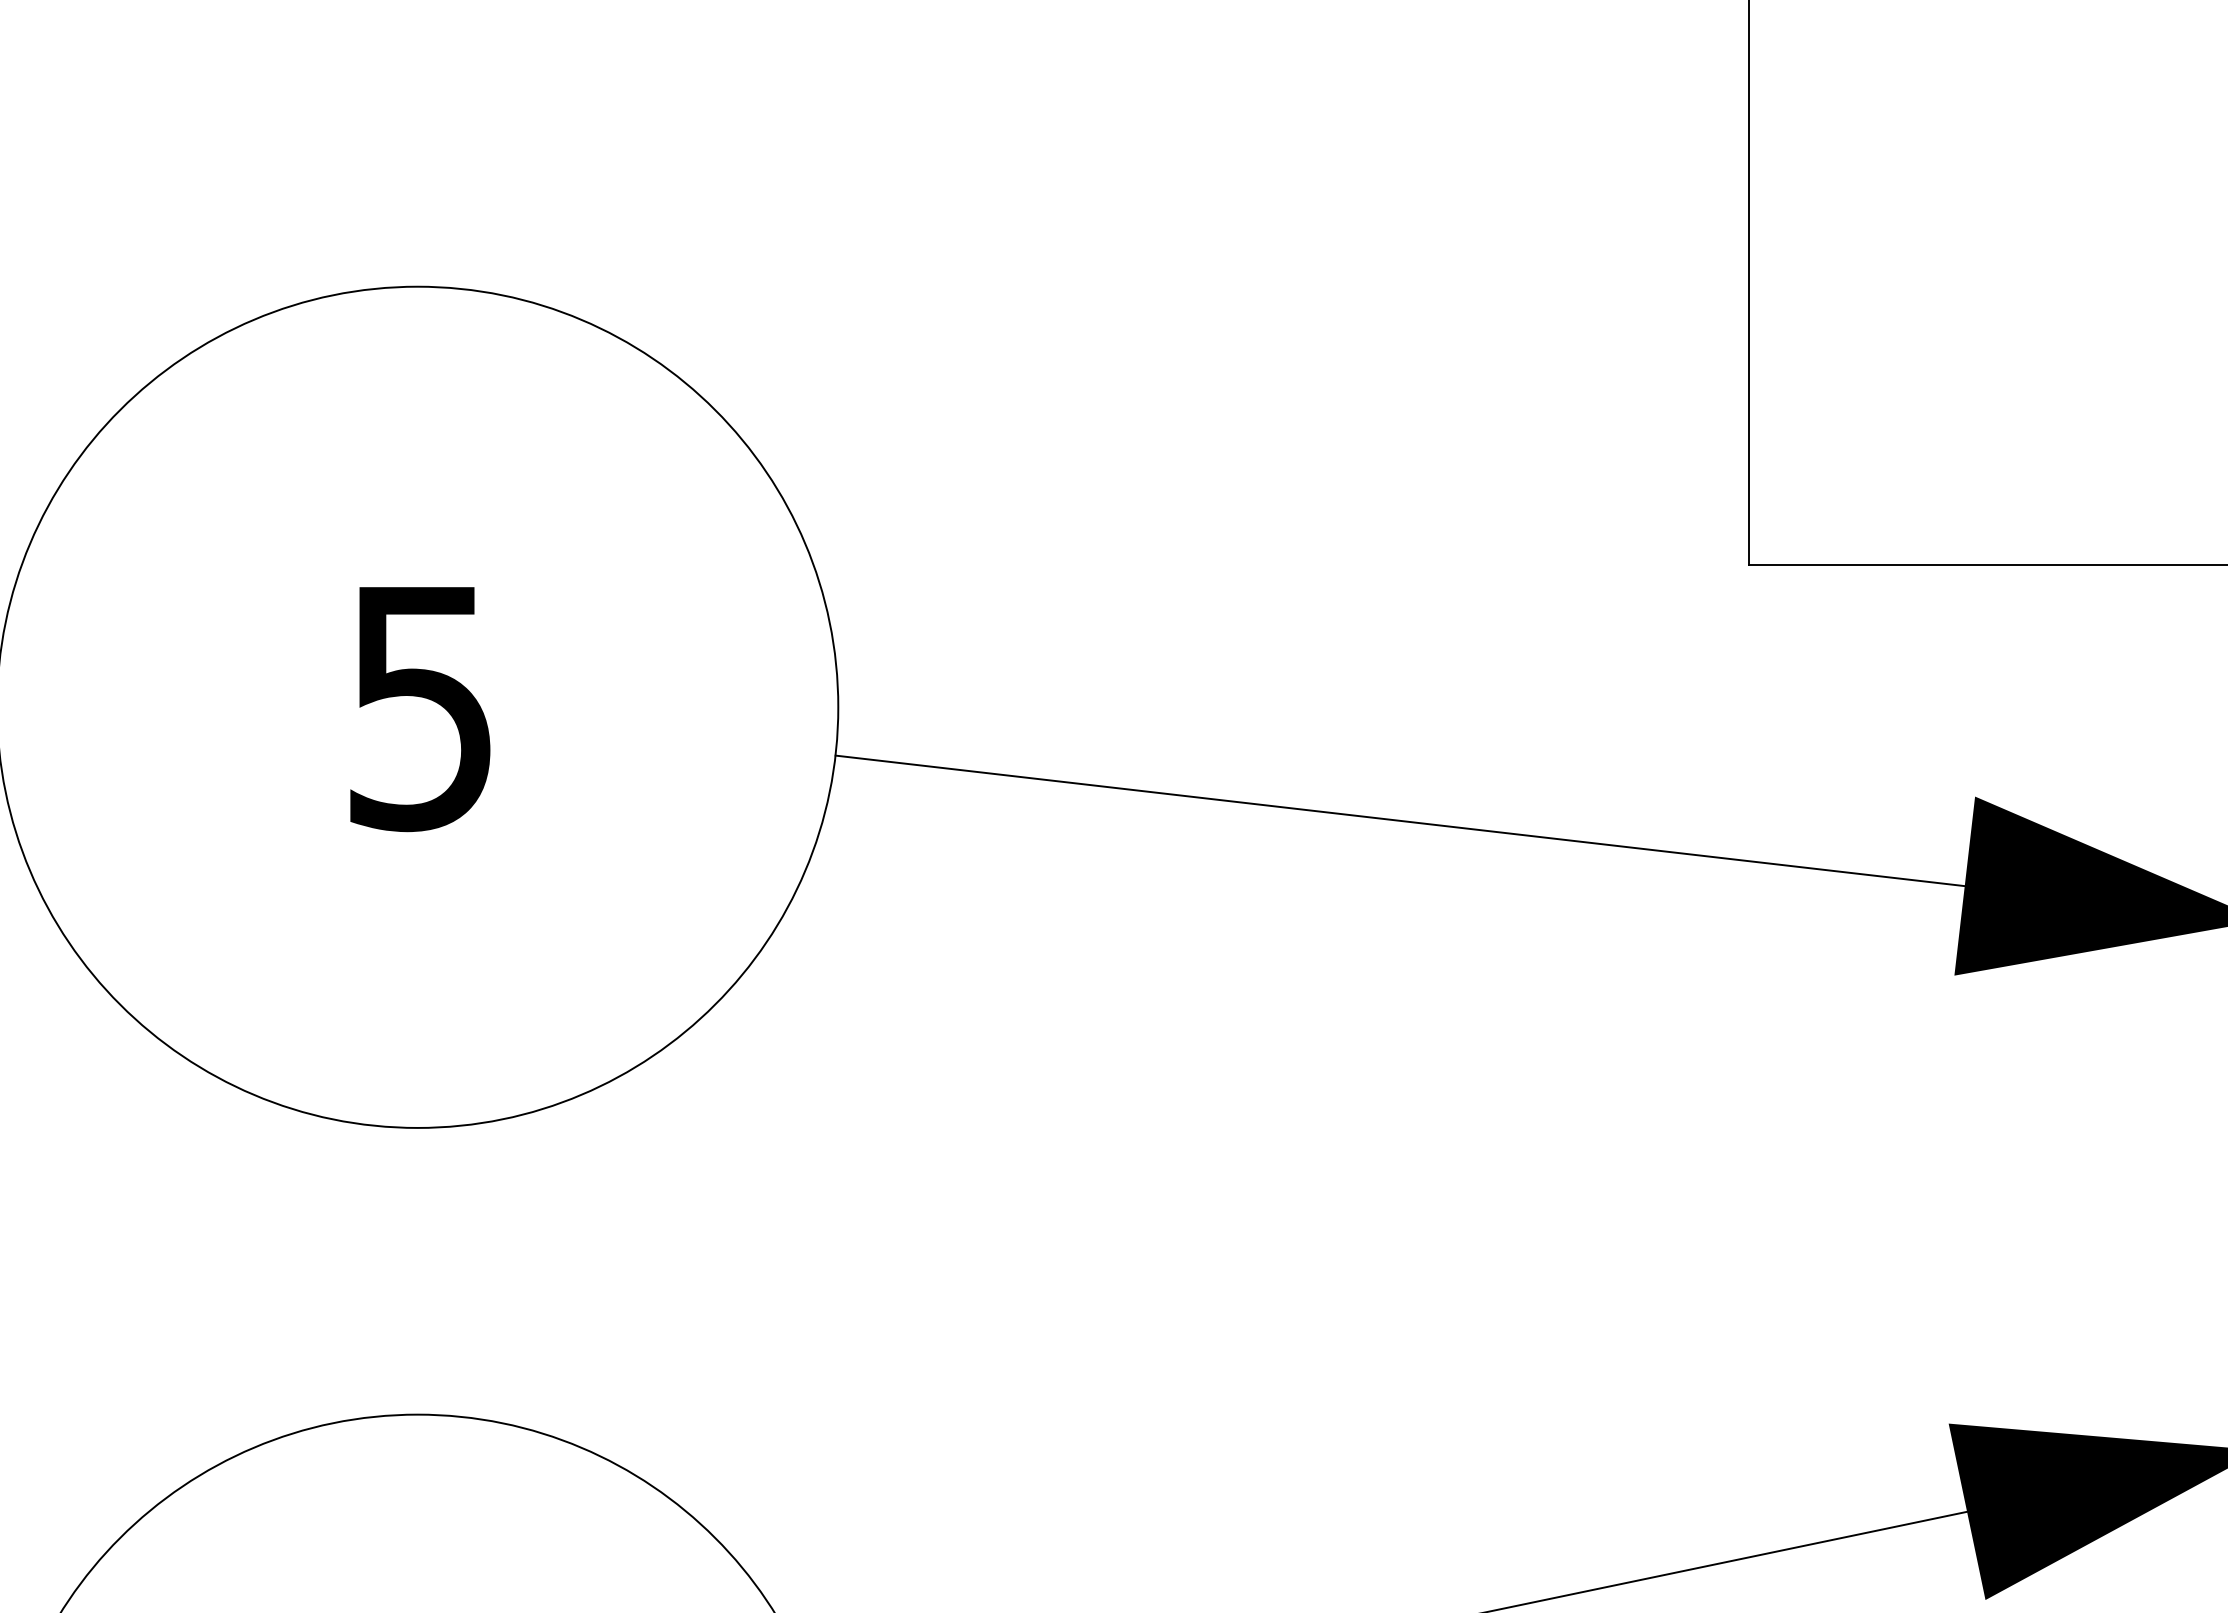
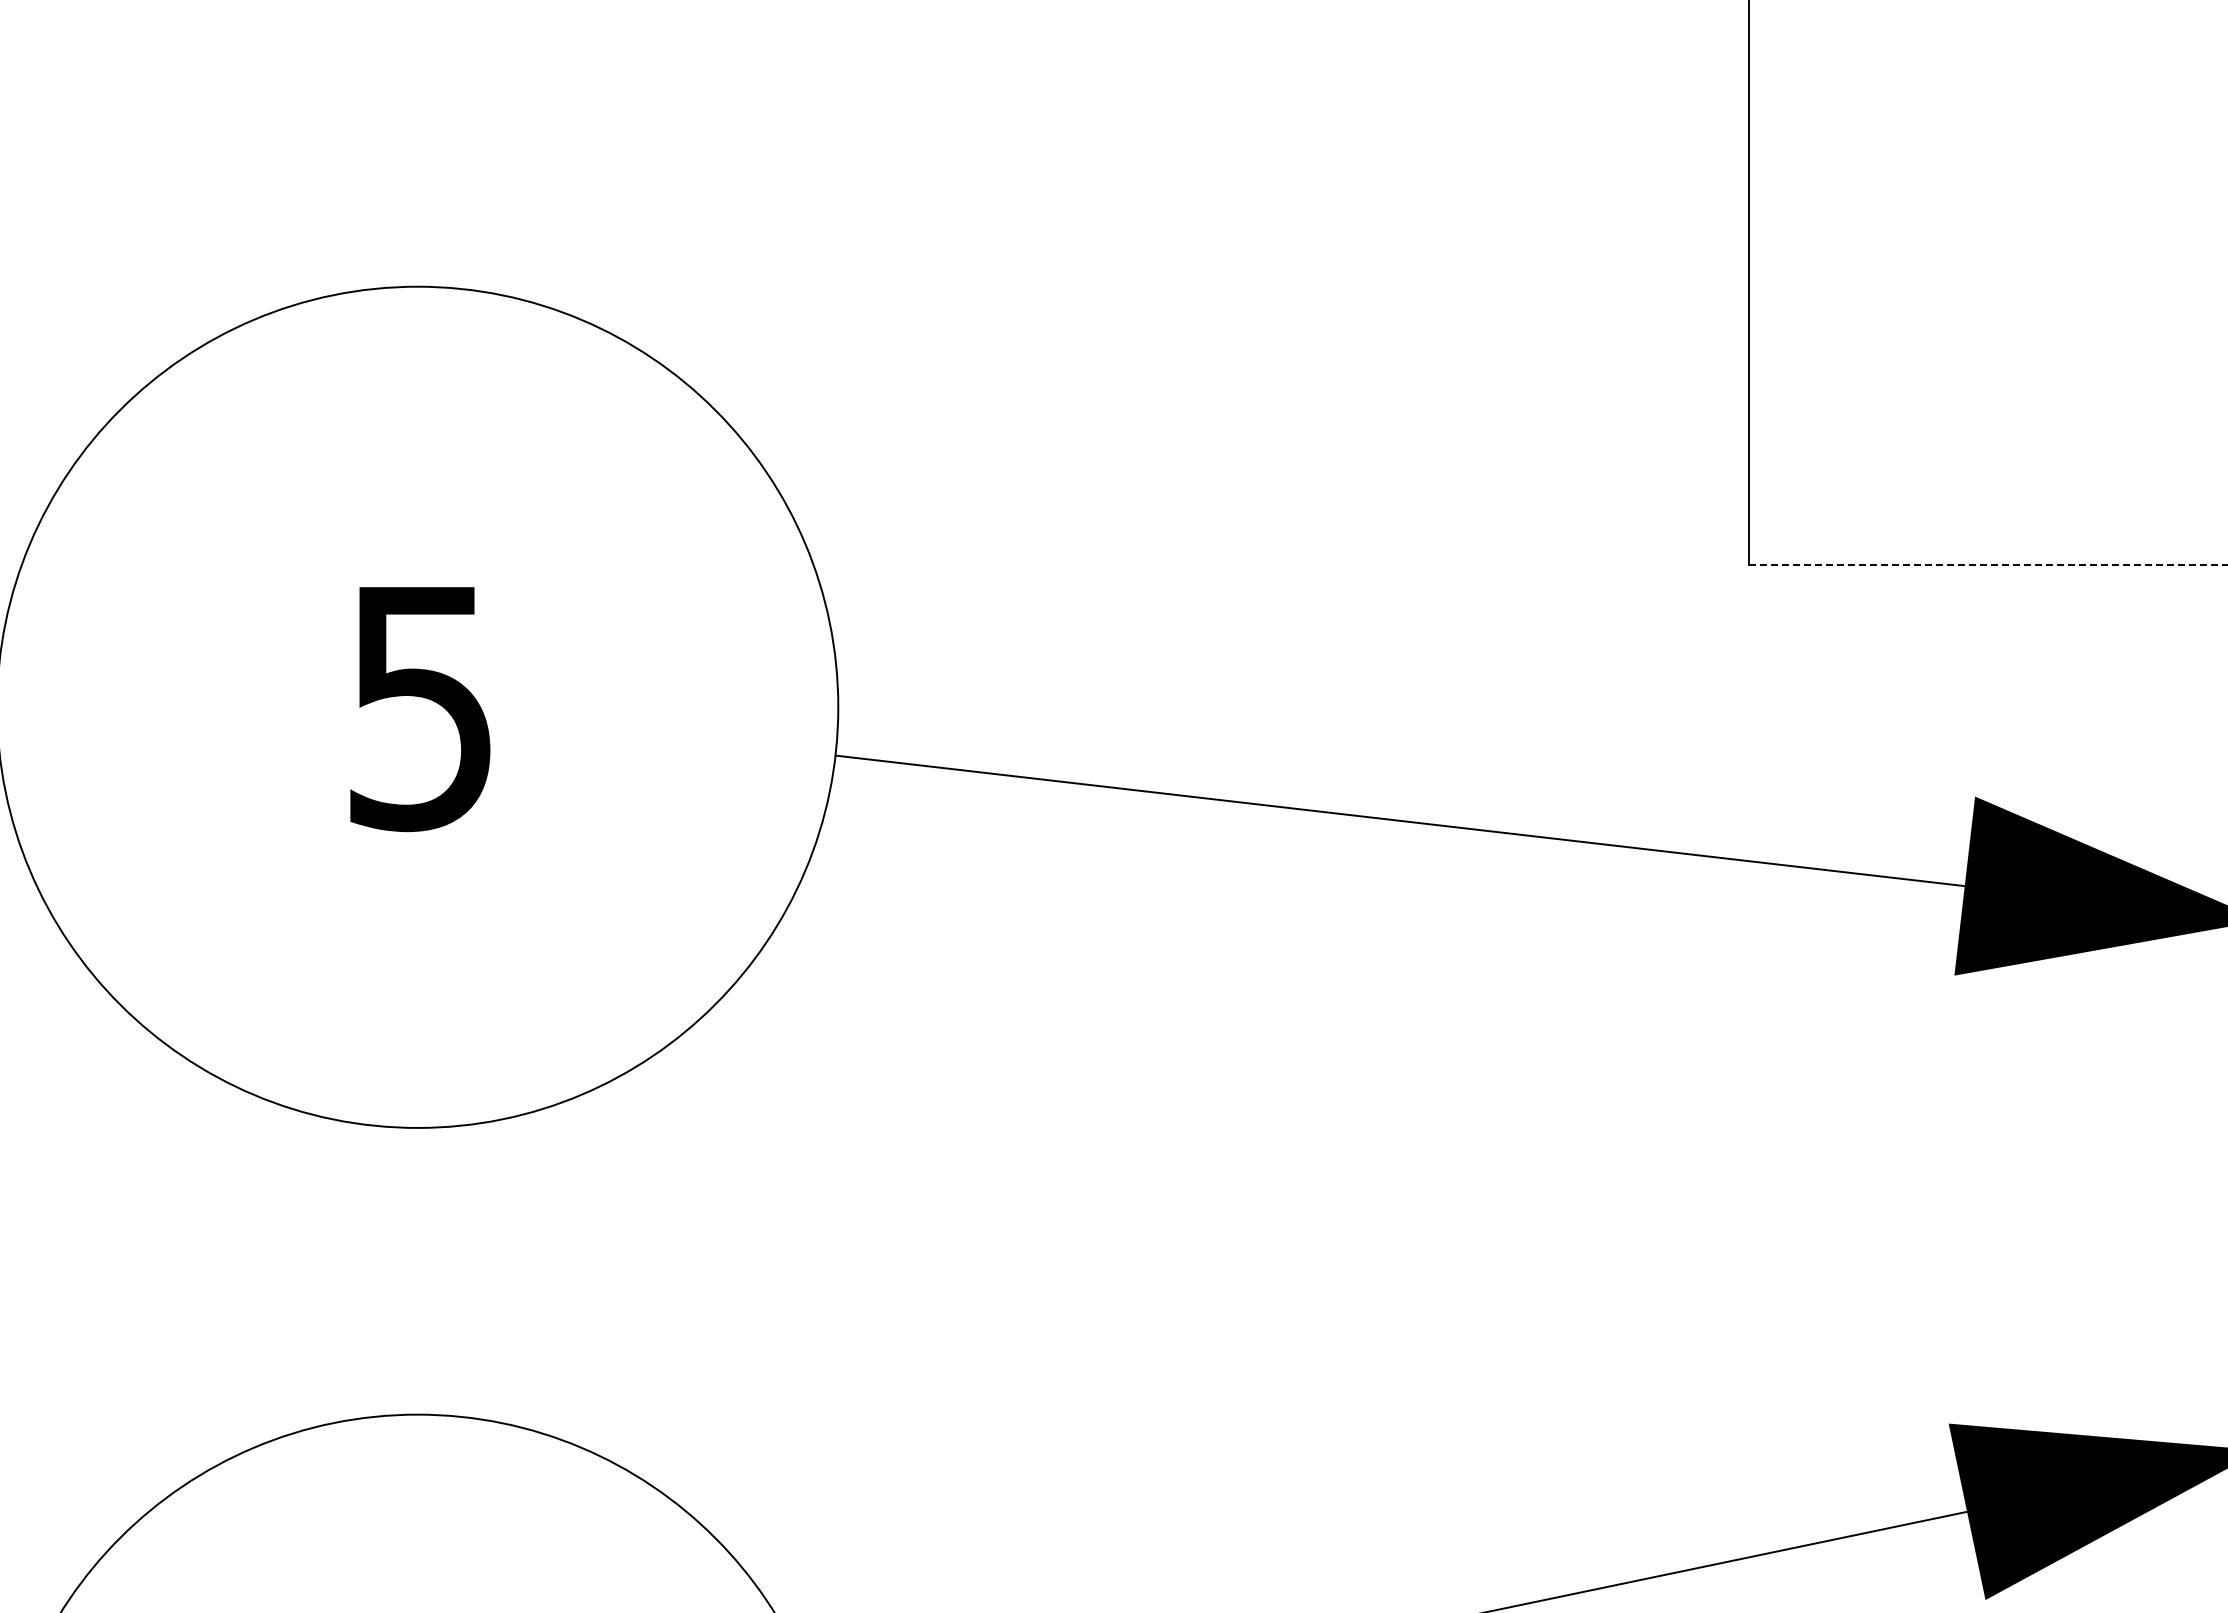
line at (1988, 565): solid -> dashed
